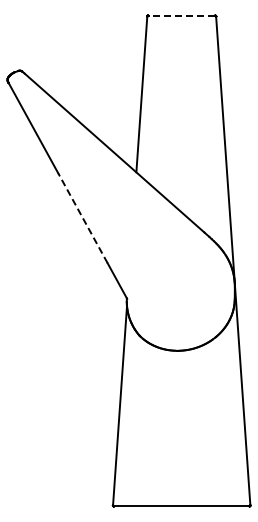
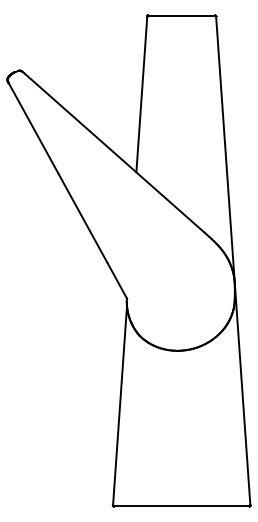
line at (181, 15): dashed -> solid
line at (82, 217): dashed -> solid
